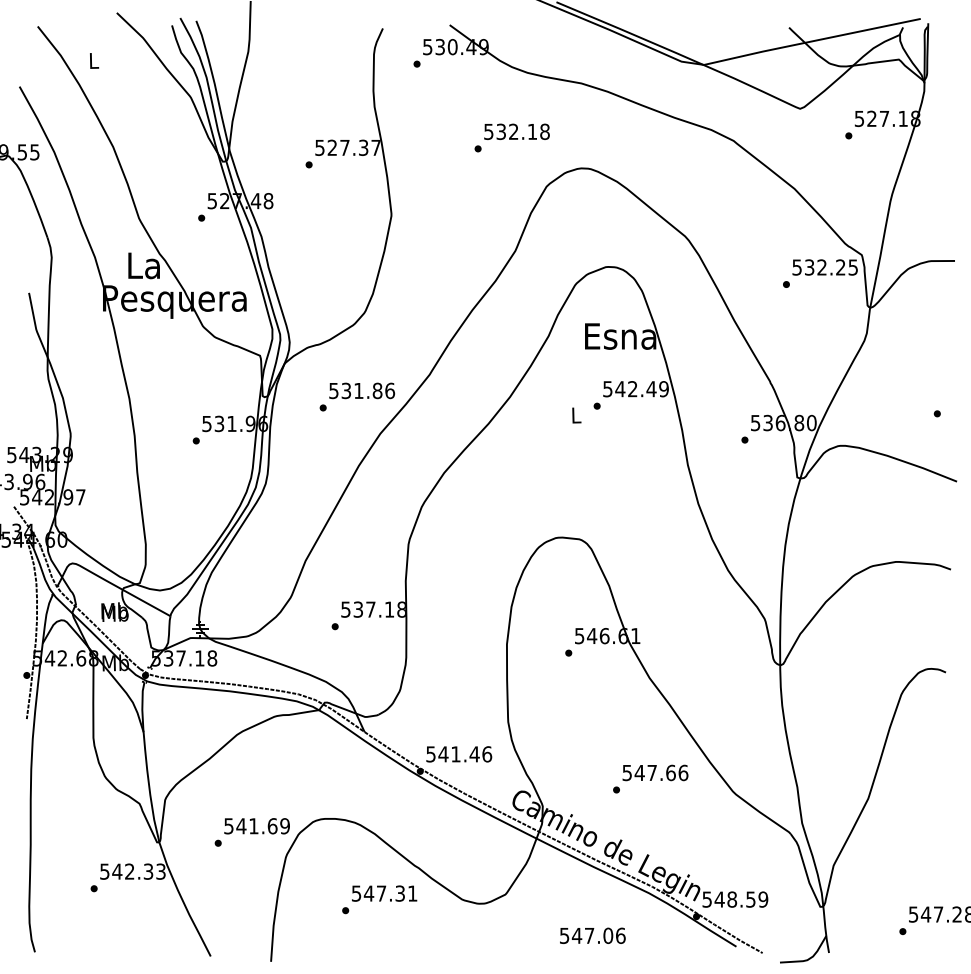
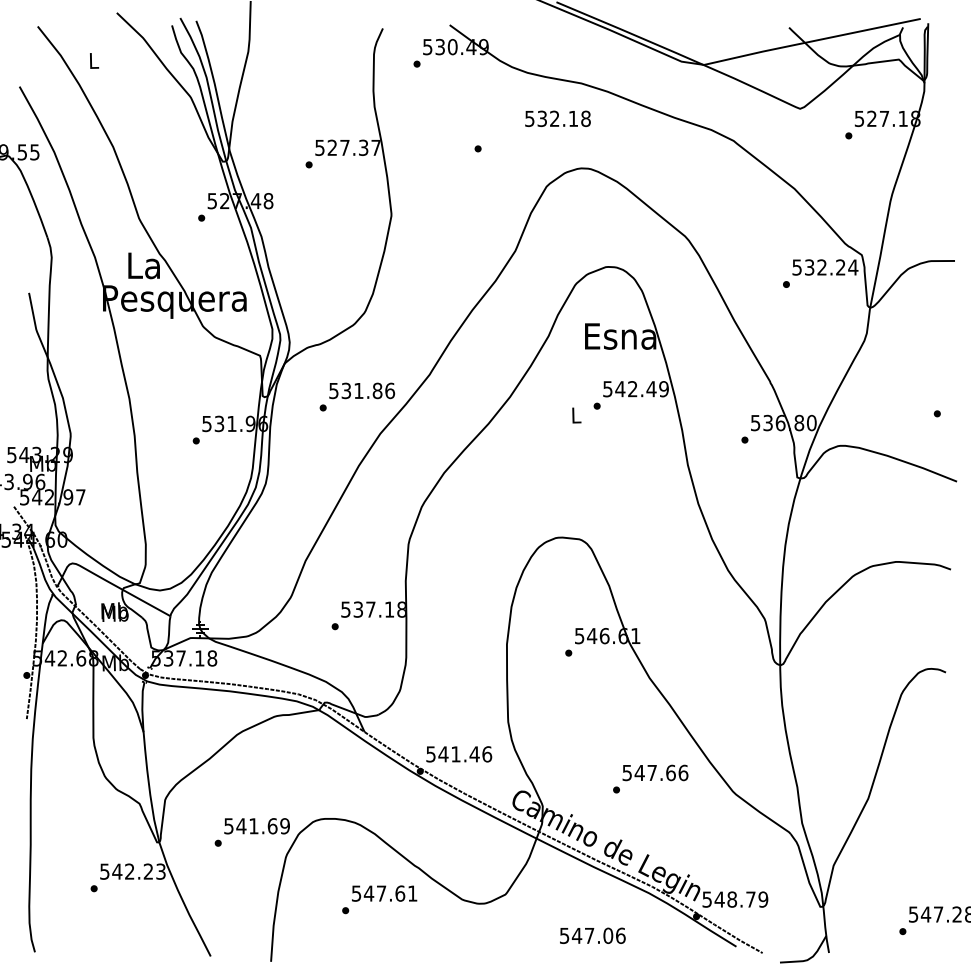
text at (516, 131) position: (516, 131) -> (557, 118)
text at (853, 267): 532.25 -> 532.24
text at (148, 871): 542.33 -> 542.23
text at (400, 893): 547.31 -> 547.61
text at (750, 899): 548.59 -> 548.79
